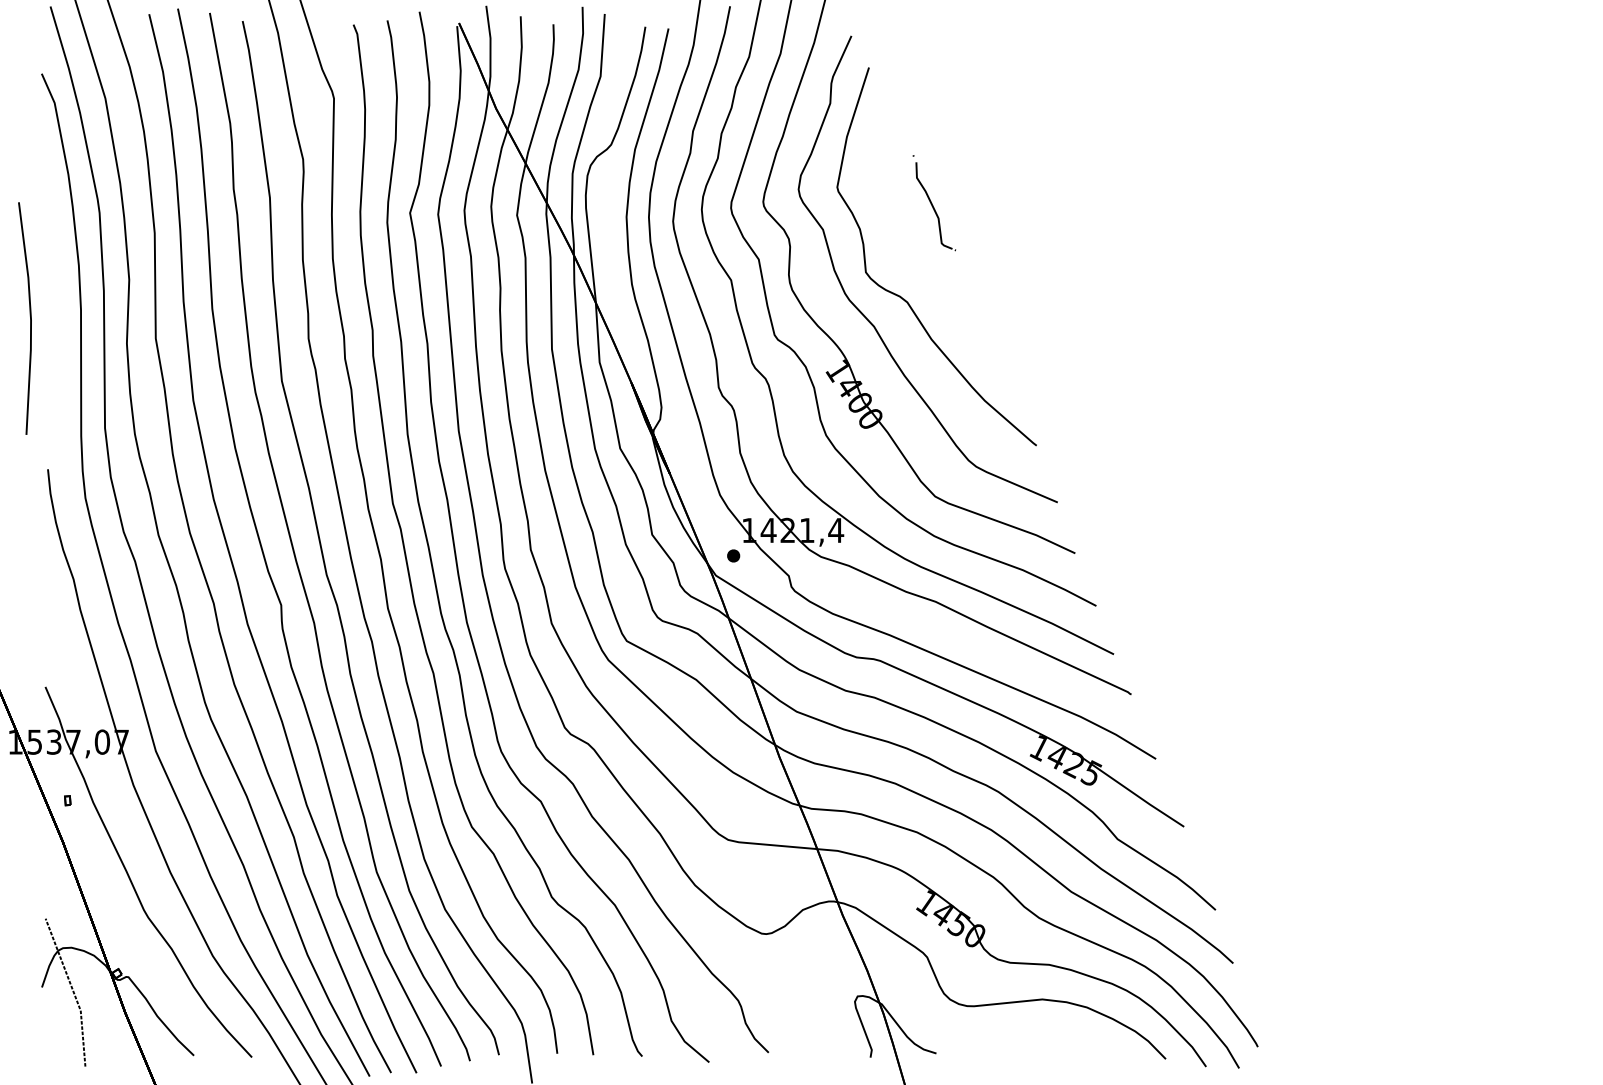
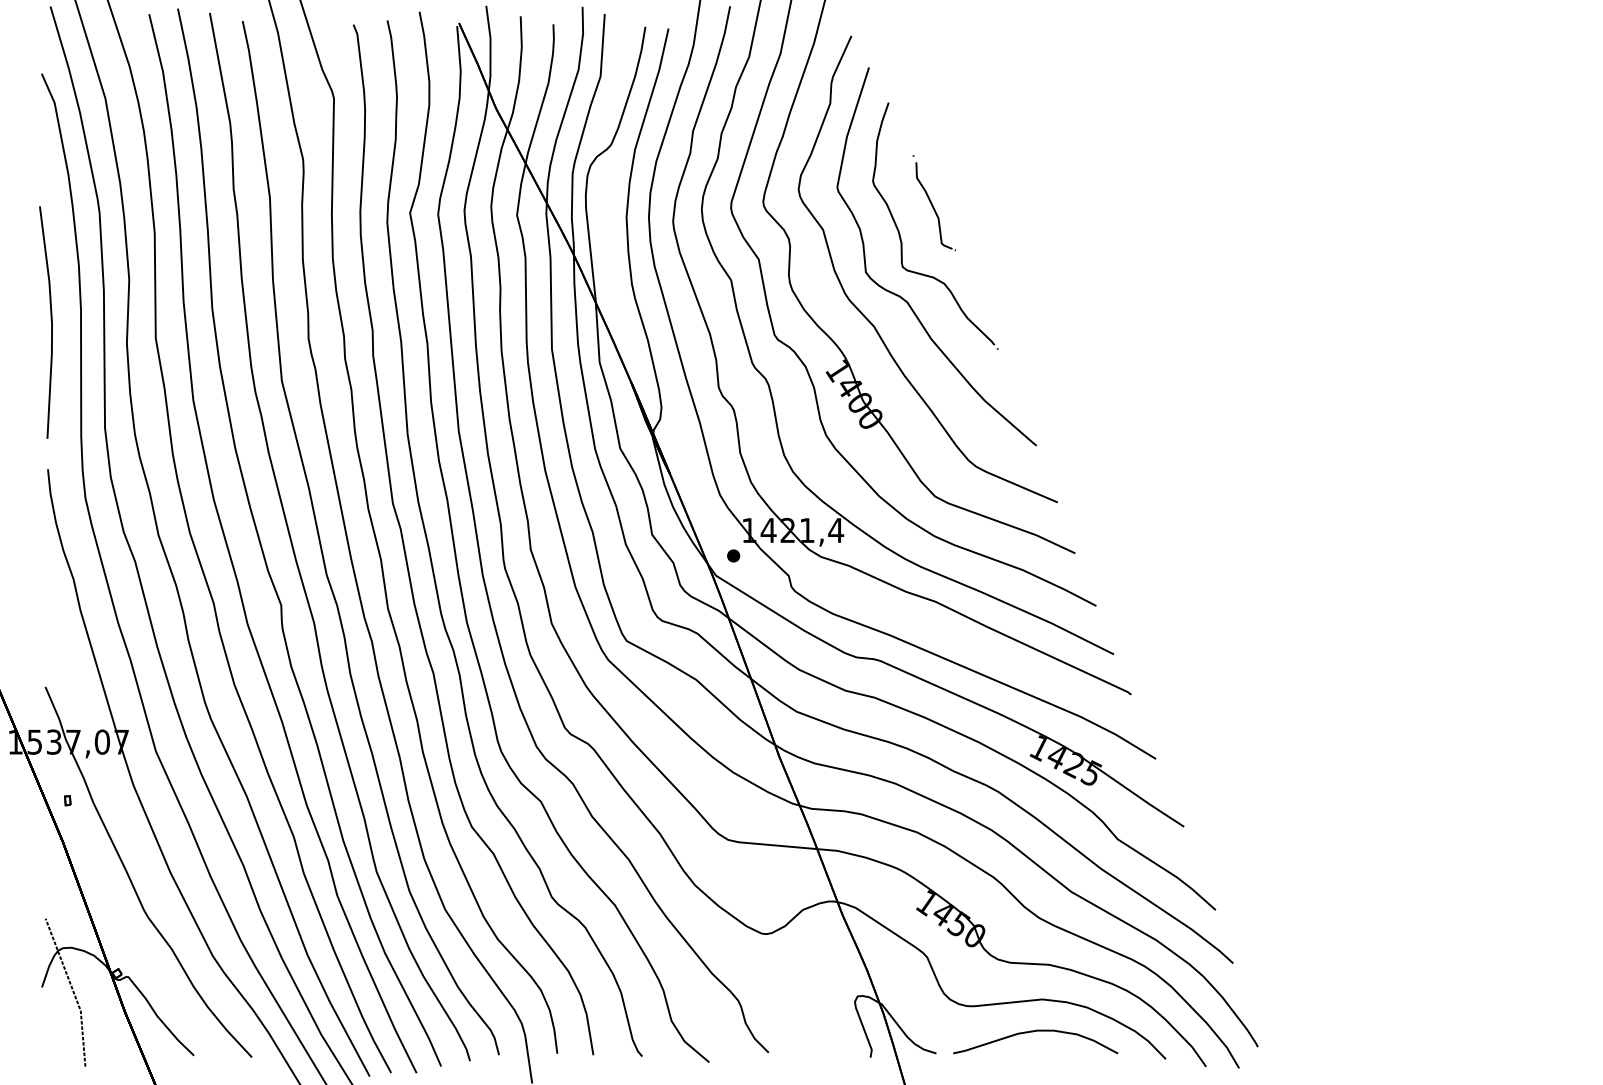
part at (900, 233): none -> present
line at (29, 315) position: (29, 315) -> (50, 319)
curve at (1033, 1032): none -> present
